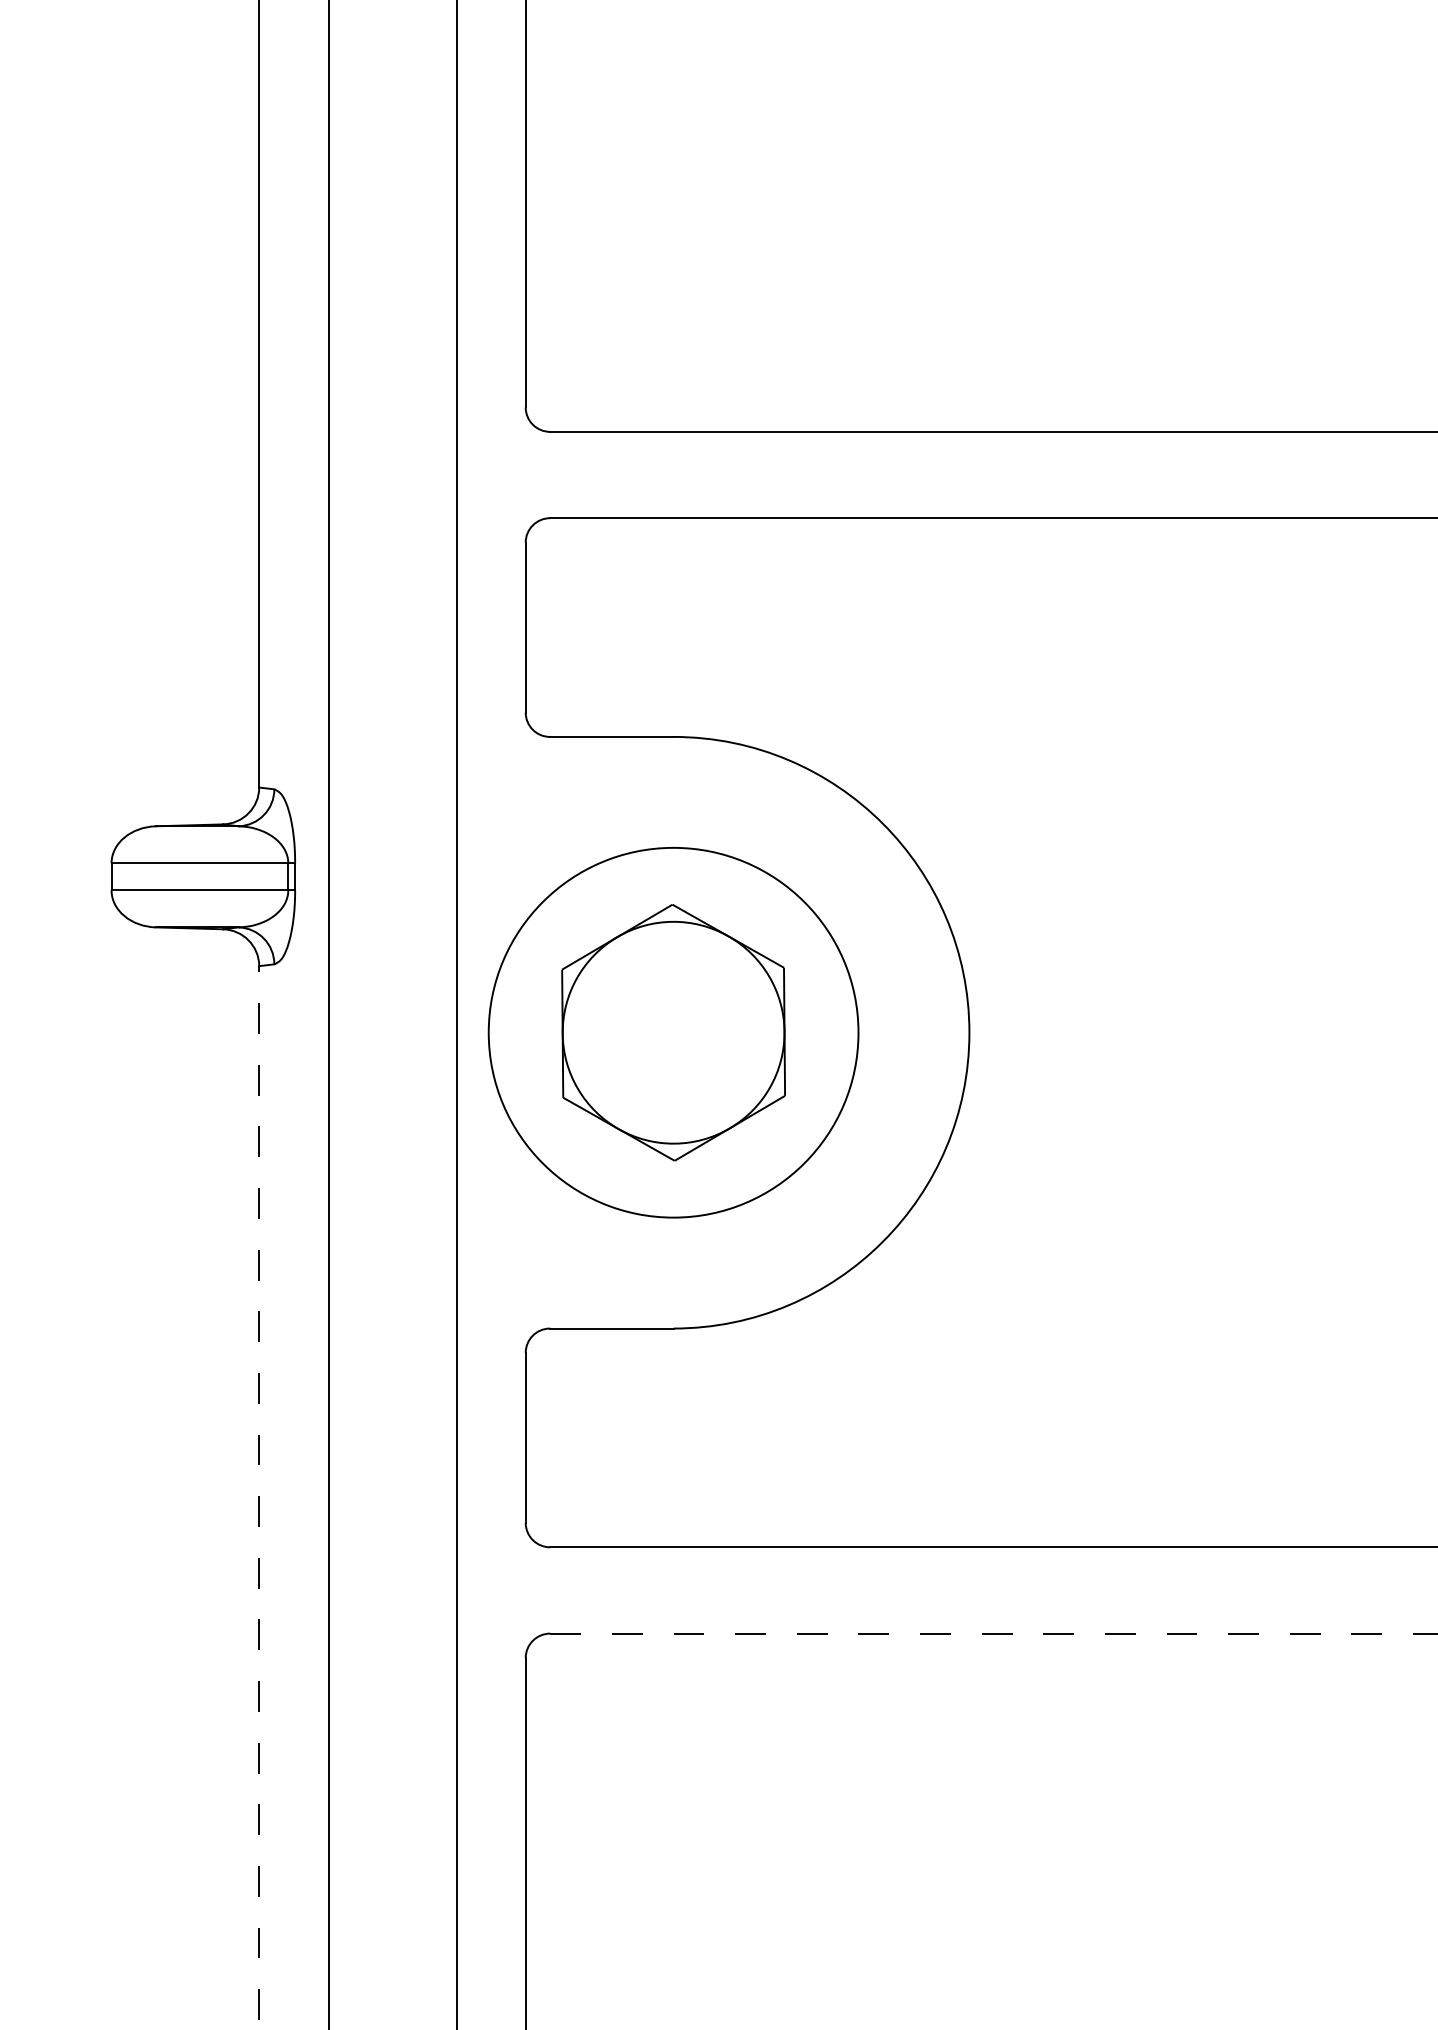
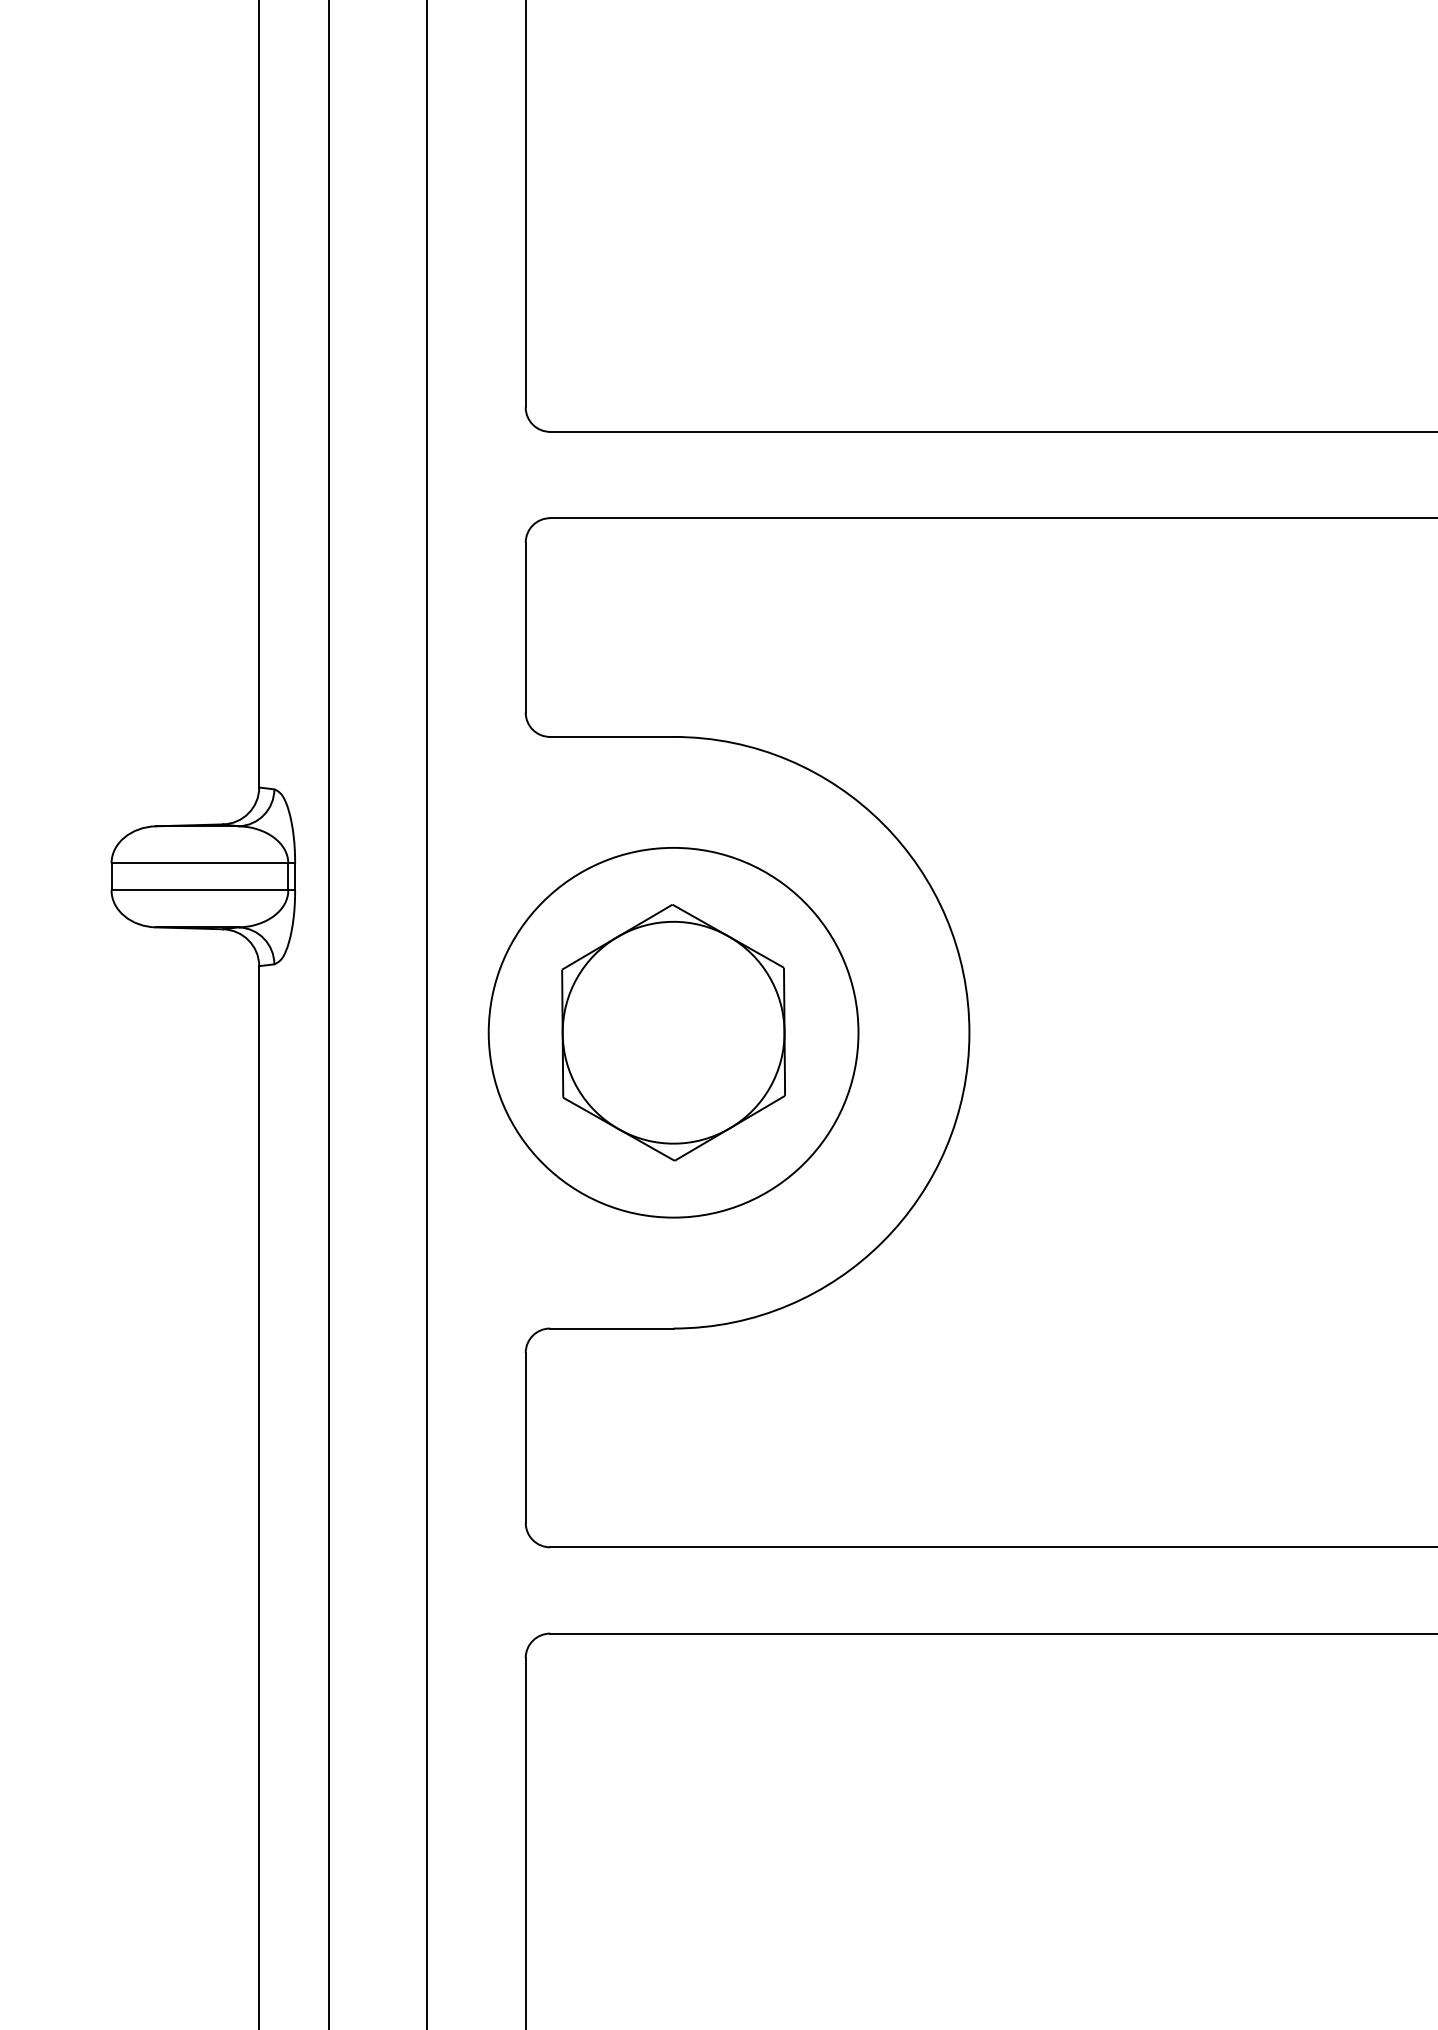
line at (457, 1014) position: (457, 1014) -> (427, 1014)
line at (259, 1497): dashed -> solid
line at (994, 1633): dashed -> solid
